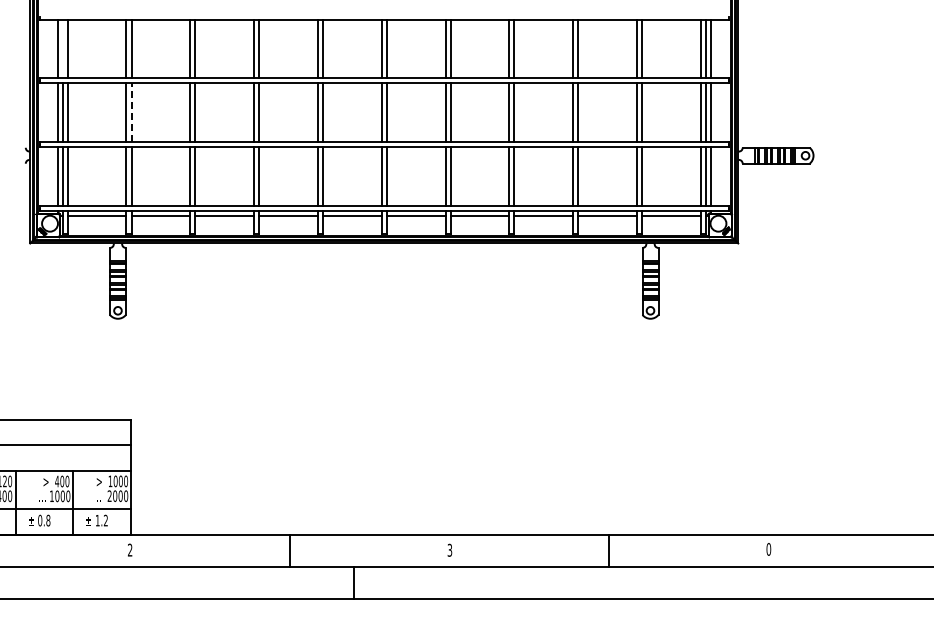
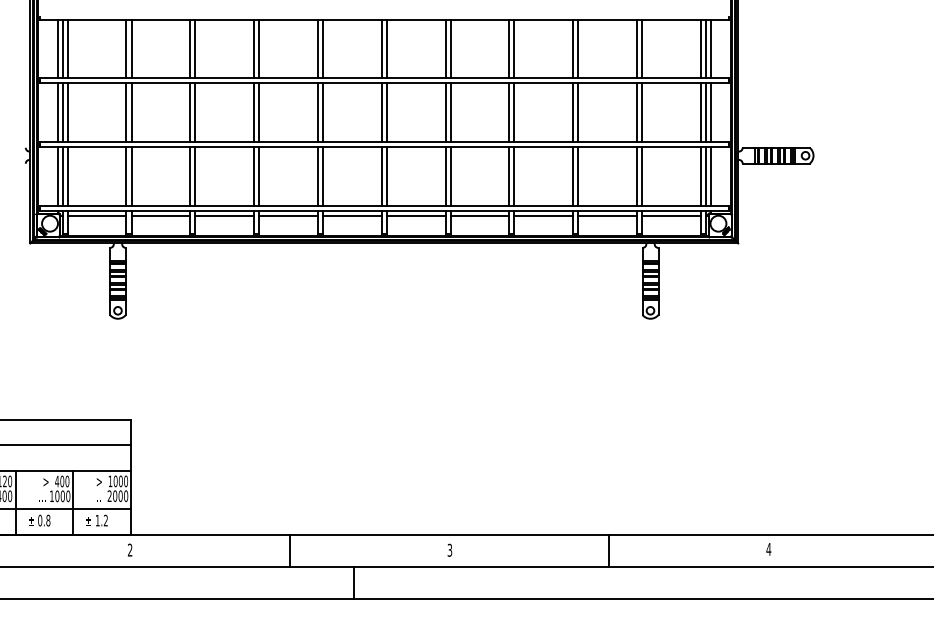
line at (62, 48): none -> present
line at (131, 112): dashed -> solid
text at (768, 549): 0 -> 4
